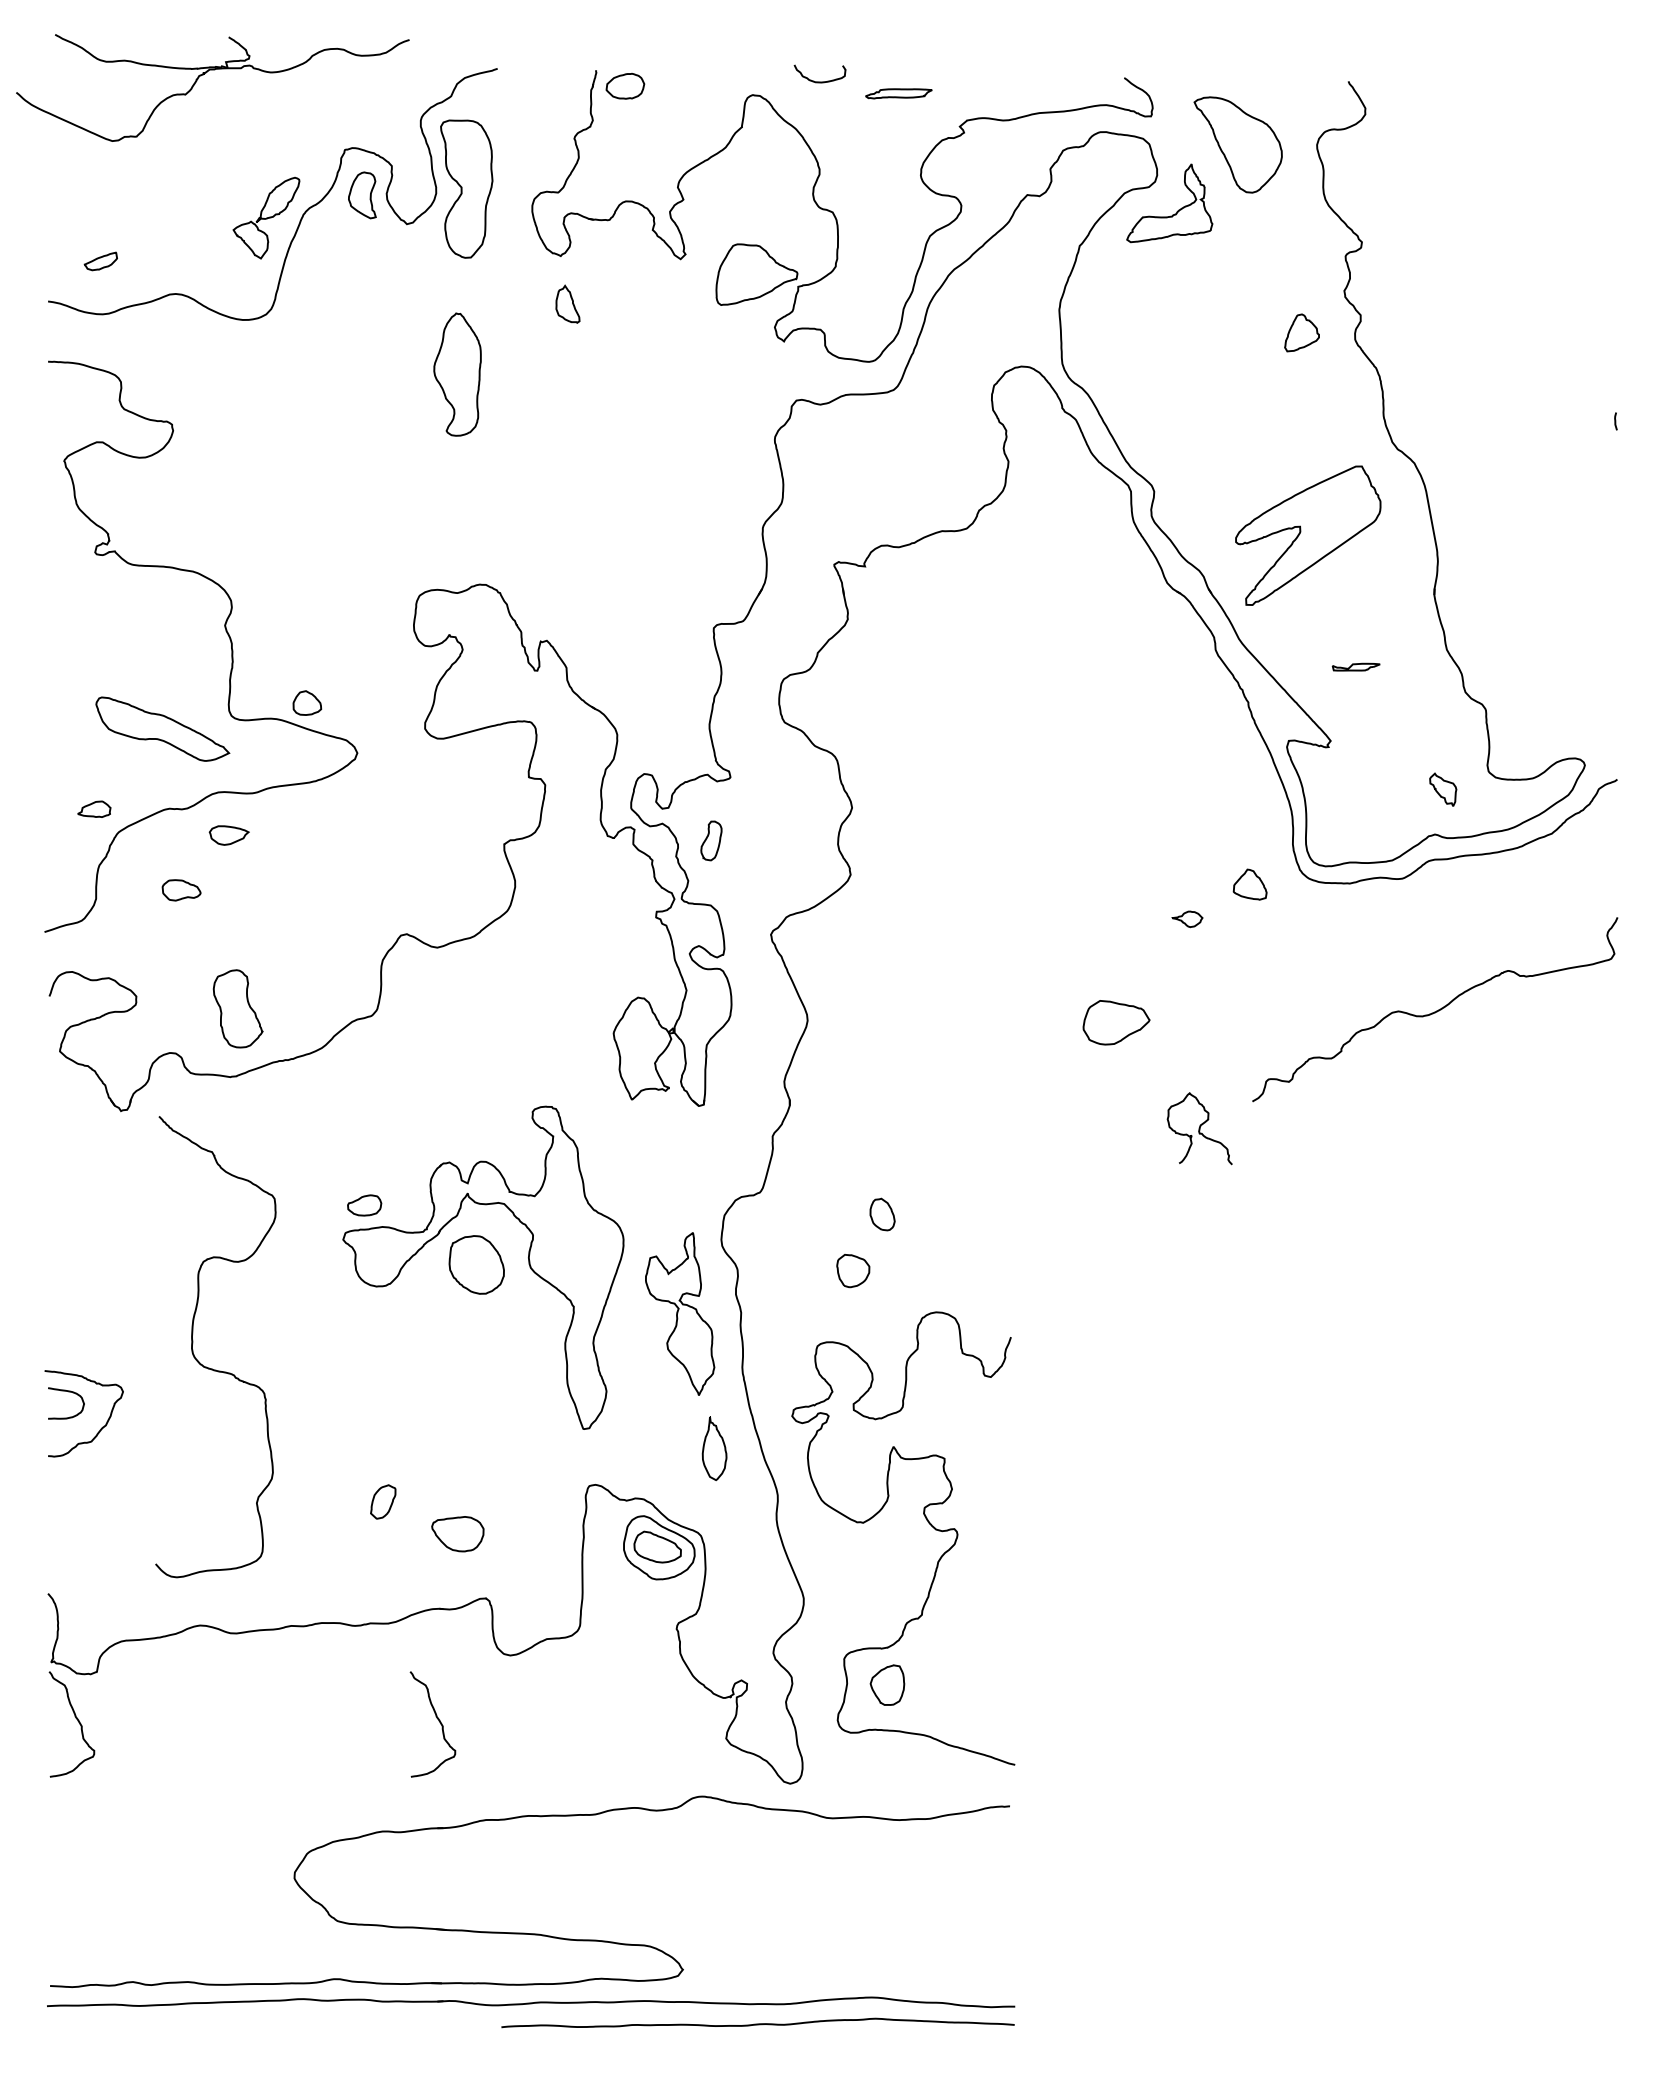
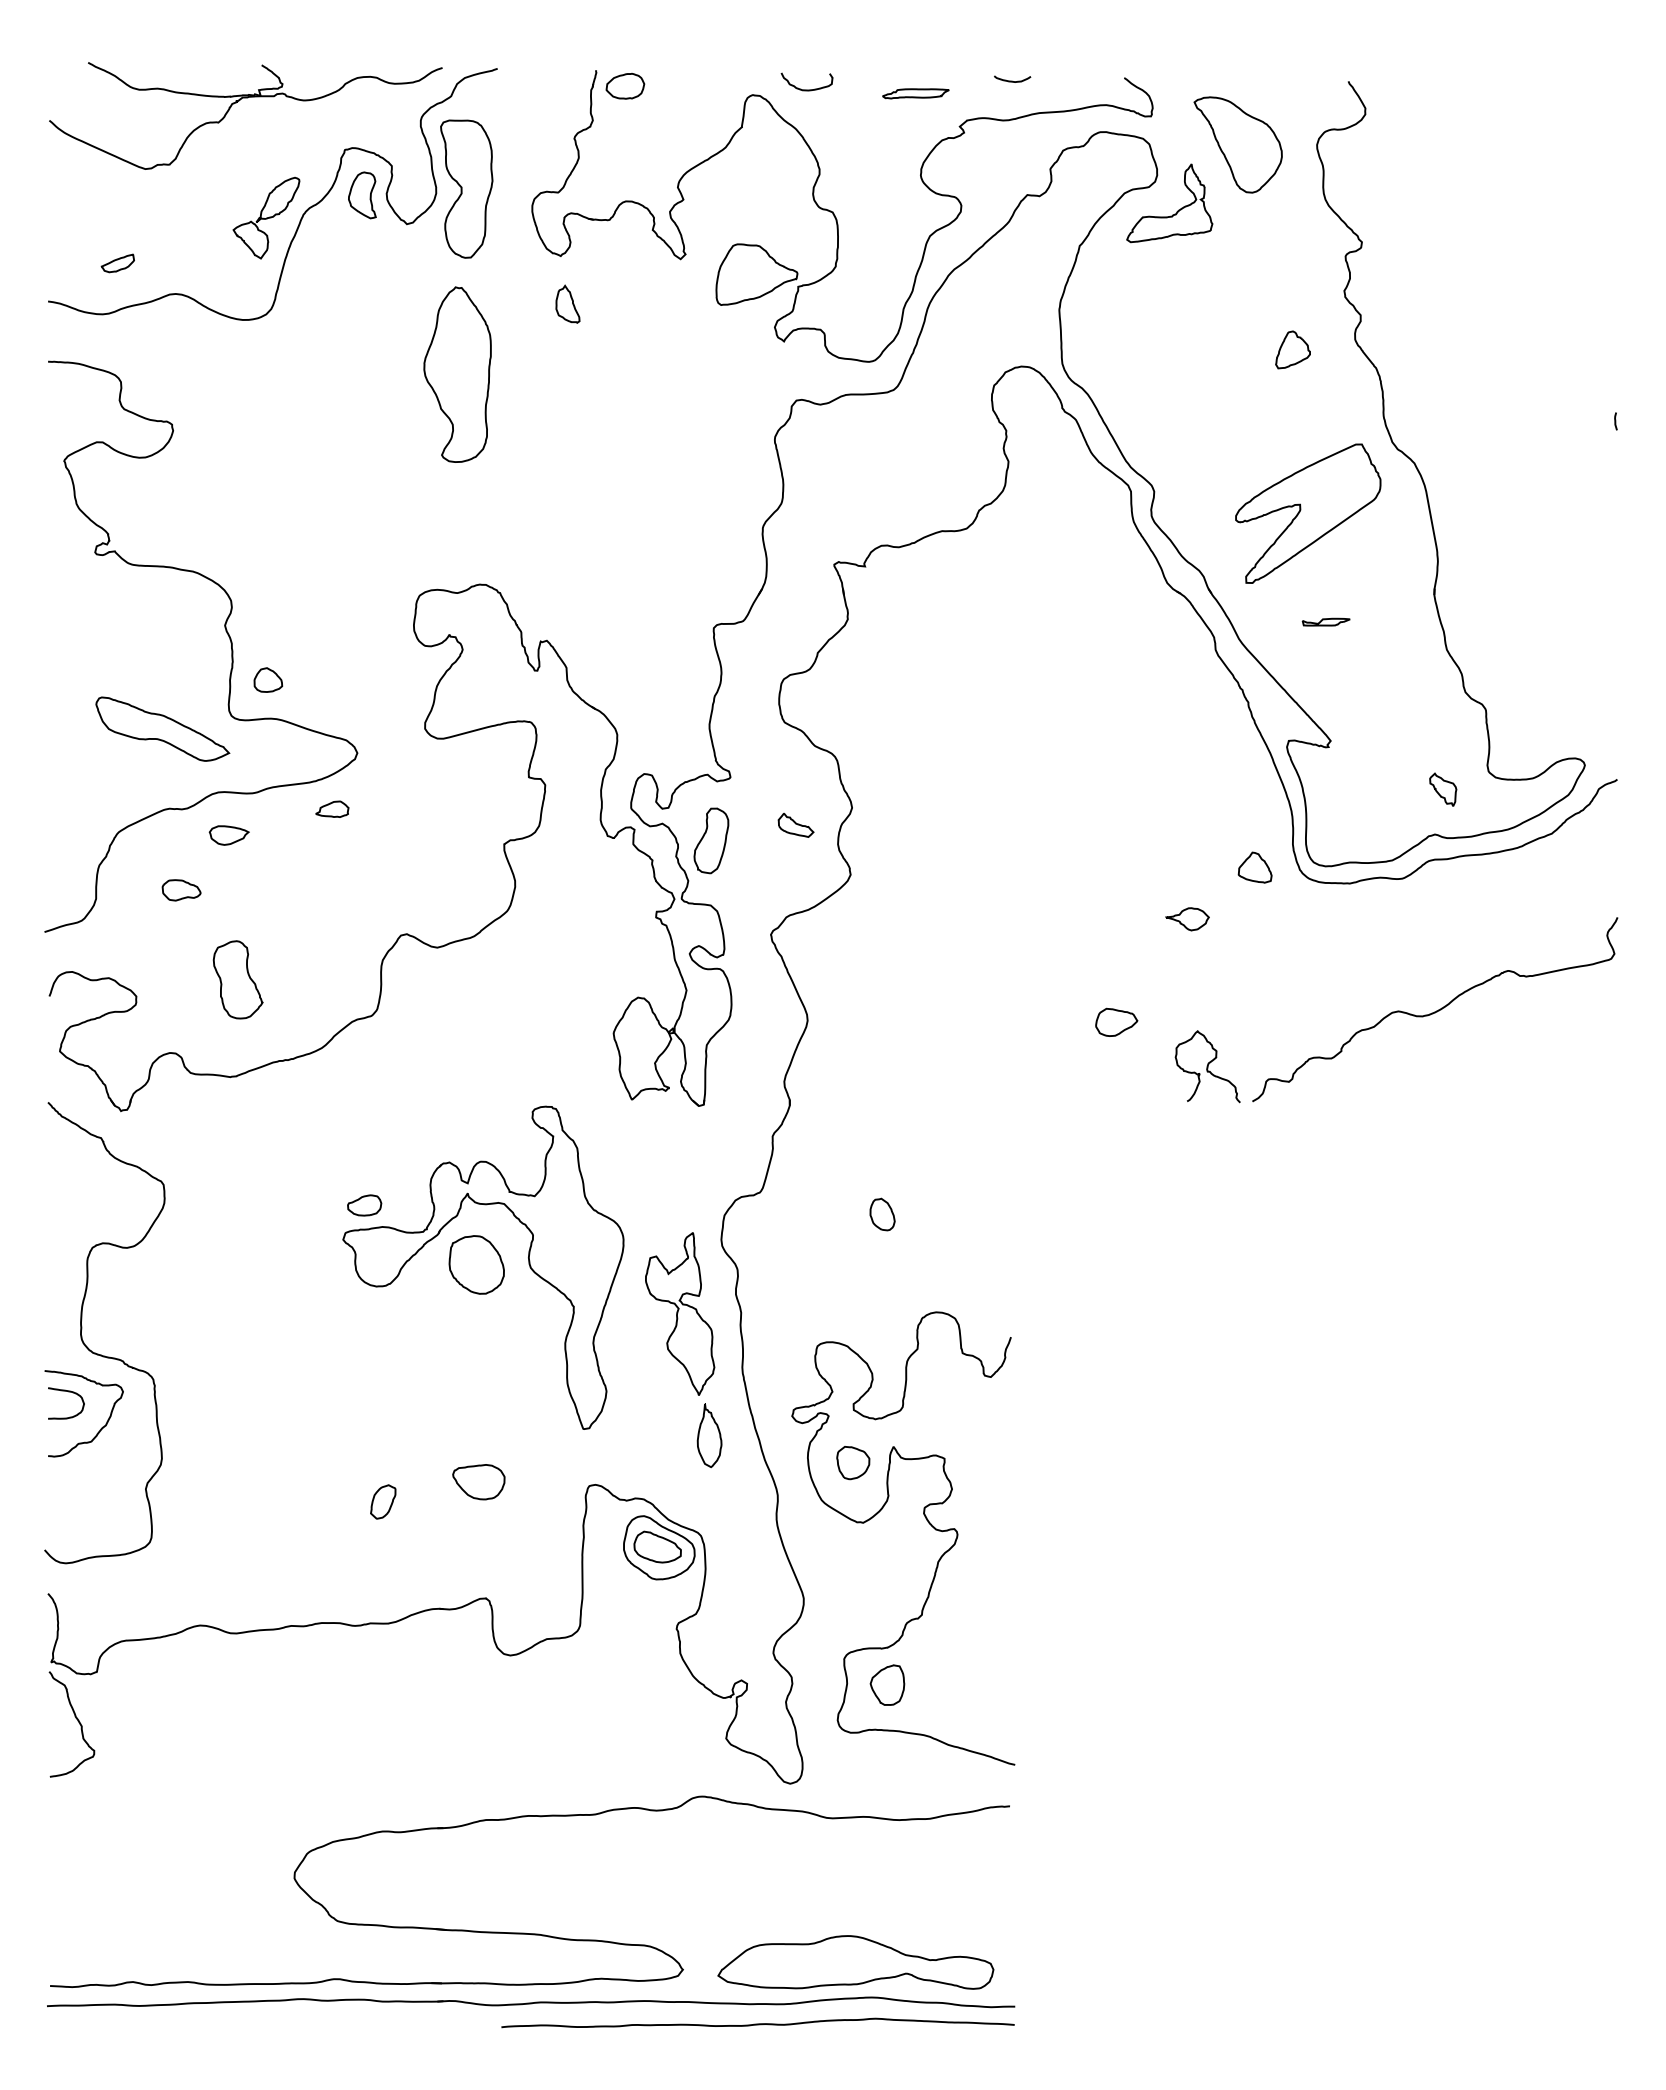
part at (203, 75) position: (203, 75) -> (236, 103)
curve at (1012, 80): none -> present
curve at (819, 81) position: (819, 81) -> (806, 89)
part at (898, 93) position: (898, 93) -> (915, 93)
part at (100, 261) position: (100, 261) -> (117, 263)
part at (1301, 332) position: (1301, 332) -> (1292, 349)
part at (457, 374) size: 49x125 px -> 69x177 px
part at (1308, 535) position: (1308, 535) -> (1308, 513)
part at (1355, 666) position: (1355, 666) -> (1325, 621)
part at (307, 702) position: (307, 702) -> (268, 679)
part at (94, 808) position: (94, 808) -> (332, 808)
part at (795, 824): none -> present
part at (711, 840) size: 23x42 px -> 37x68 px
part at (1249, 884) position: (1249, 884) -> (1254, 867)
part at (1187, 919) size: 33x19 px -> 45x25 px
part at (237, 1008) position: (237, 1008) -> (237, 979)
part at (1116, 1022) size: 69x46 px -> 44x30 px
curve at (1199, 1128) position: (1199, 1128) -> (1207, 1066)
part at (853, 1271) position: (853, 1271) -> (853, 1463)
curve at (209, 1367) position: (209, 1367) -> (98, 1353)
part at (714, 1448) position: (714, 1448) -> (709, 1435)
part at (457, 1534) position: (457, 1534) -> (478, 1482)
curve at (438, 1721): present -> none
part at (855, 1962): none -> present
